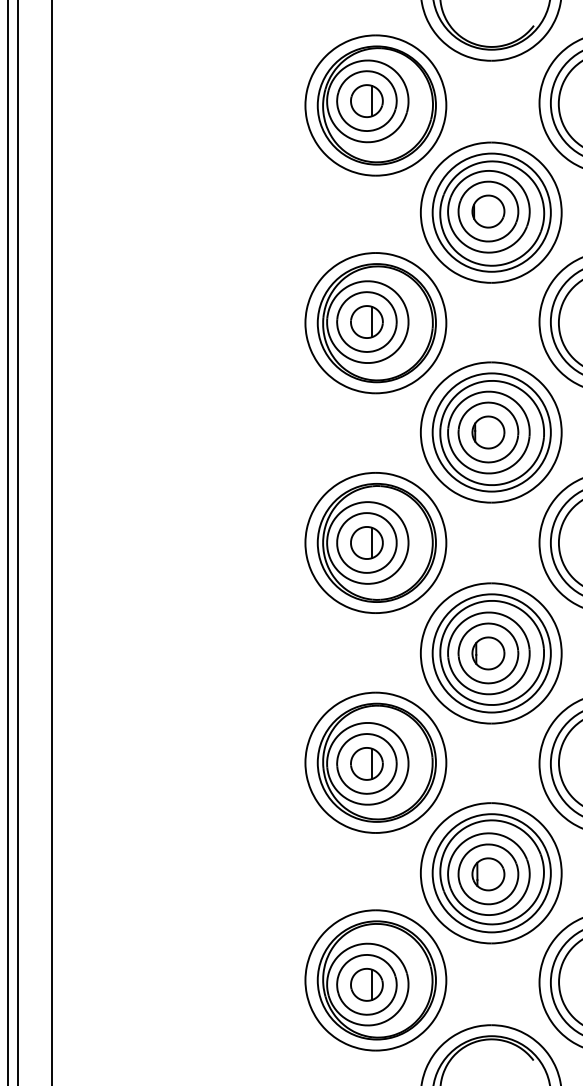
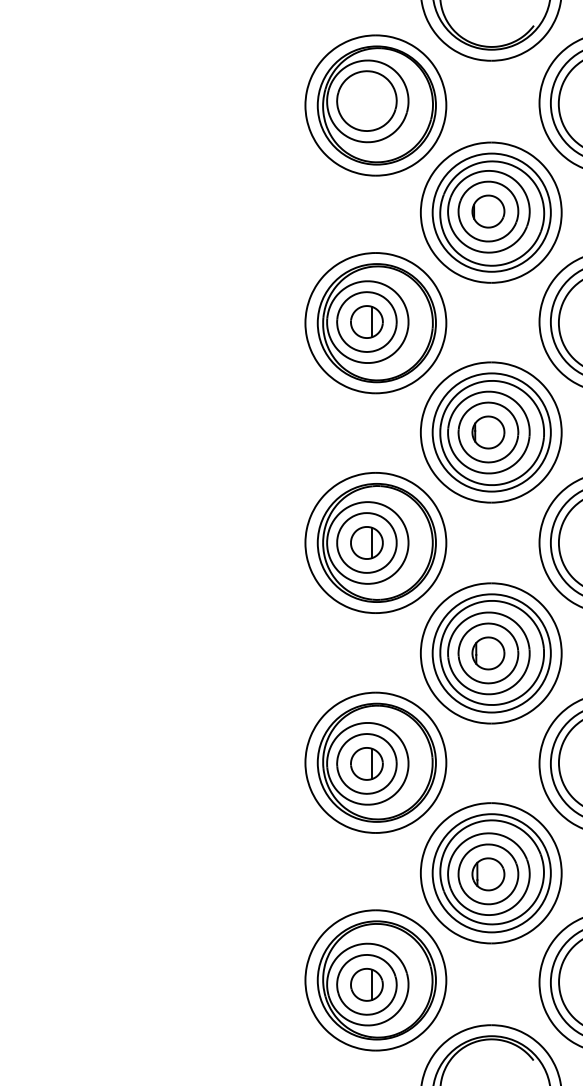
part at (366, 100): present -> none
line at (7, 542): present -> none
line at (17, 542): present -> none
line at (52, 542): present -> none
